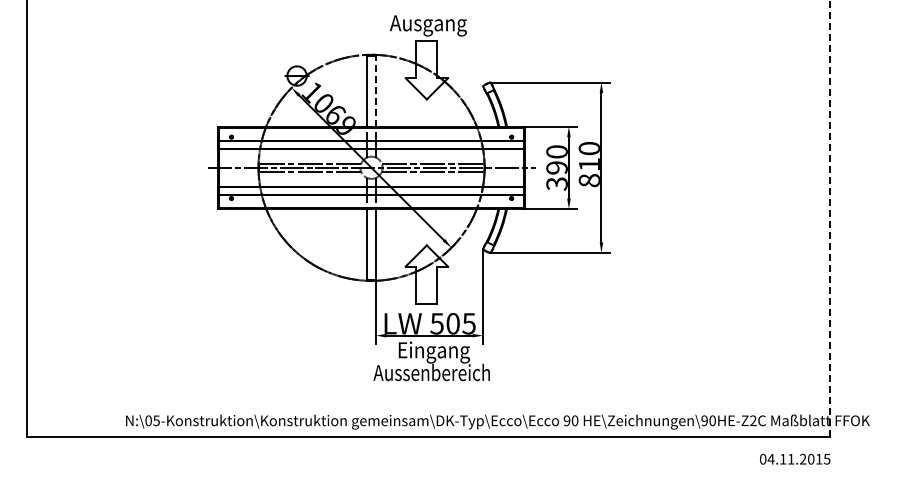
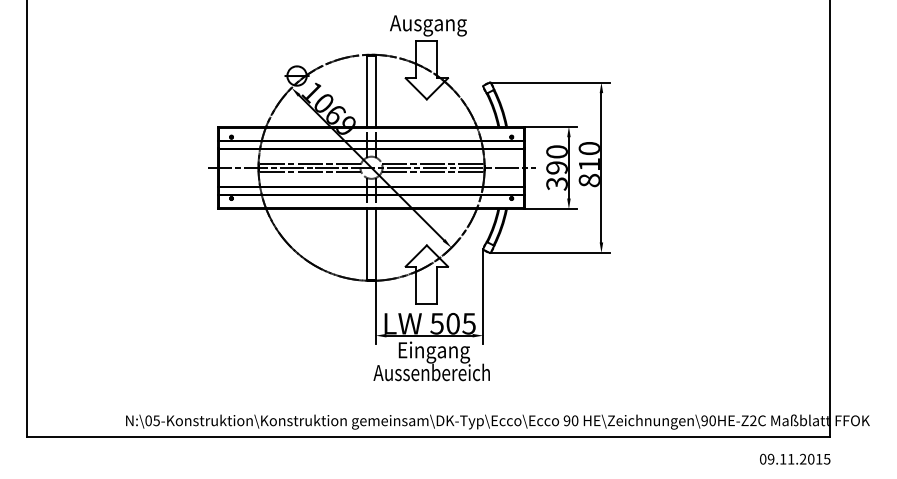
line at (375, 90): dashed -> solid
line at (830, 218): dashed -> solid
text at (770, 458): 04.11.2015 -> 09.11.2015
